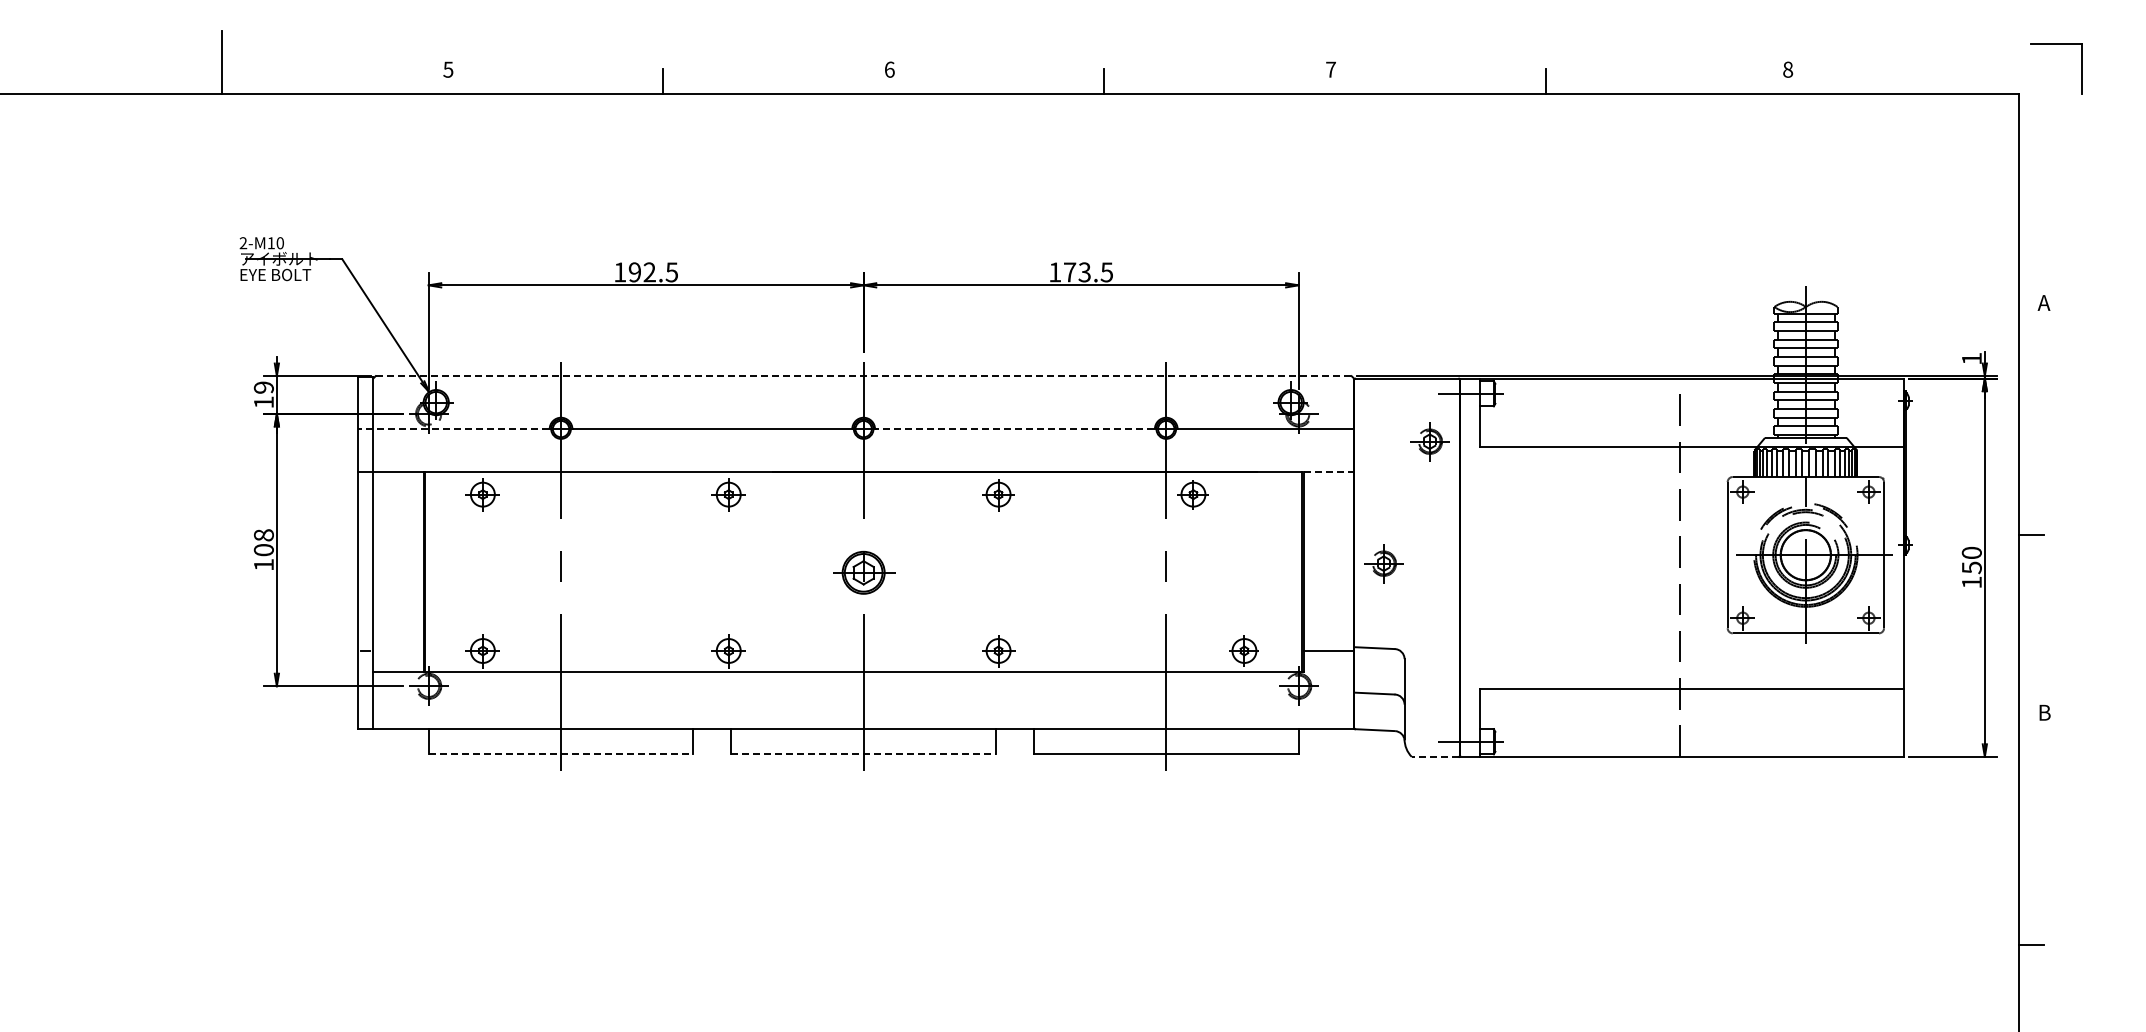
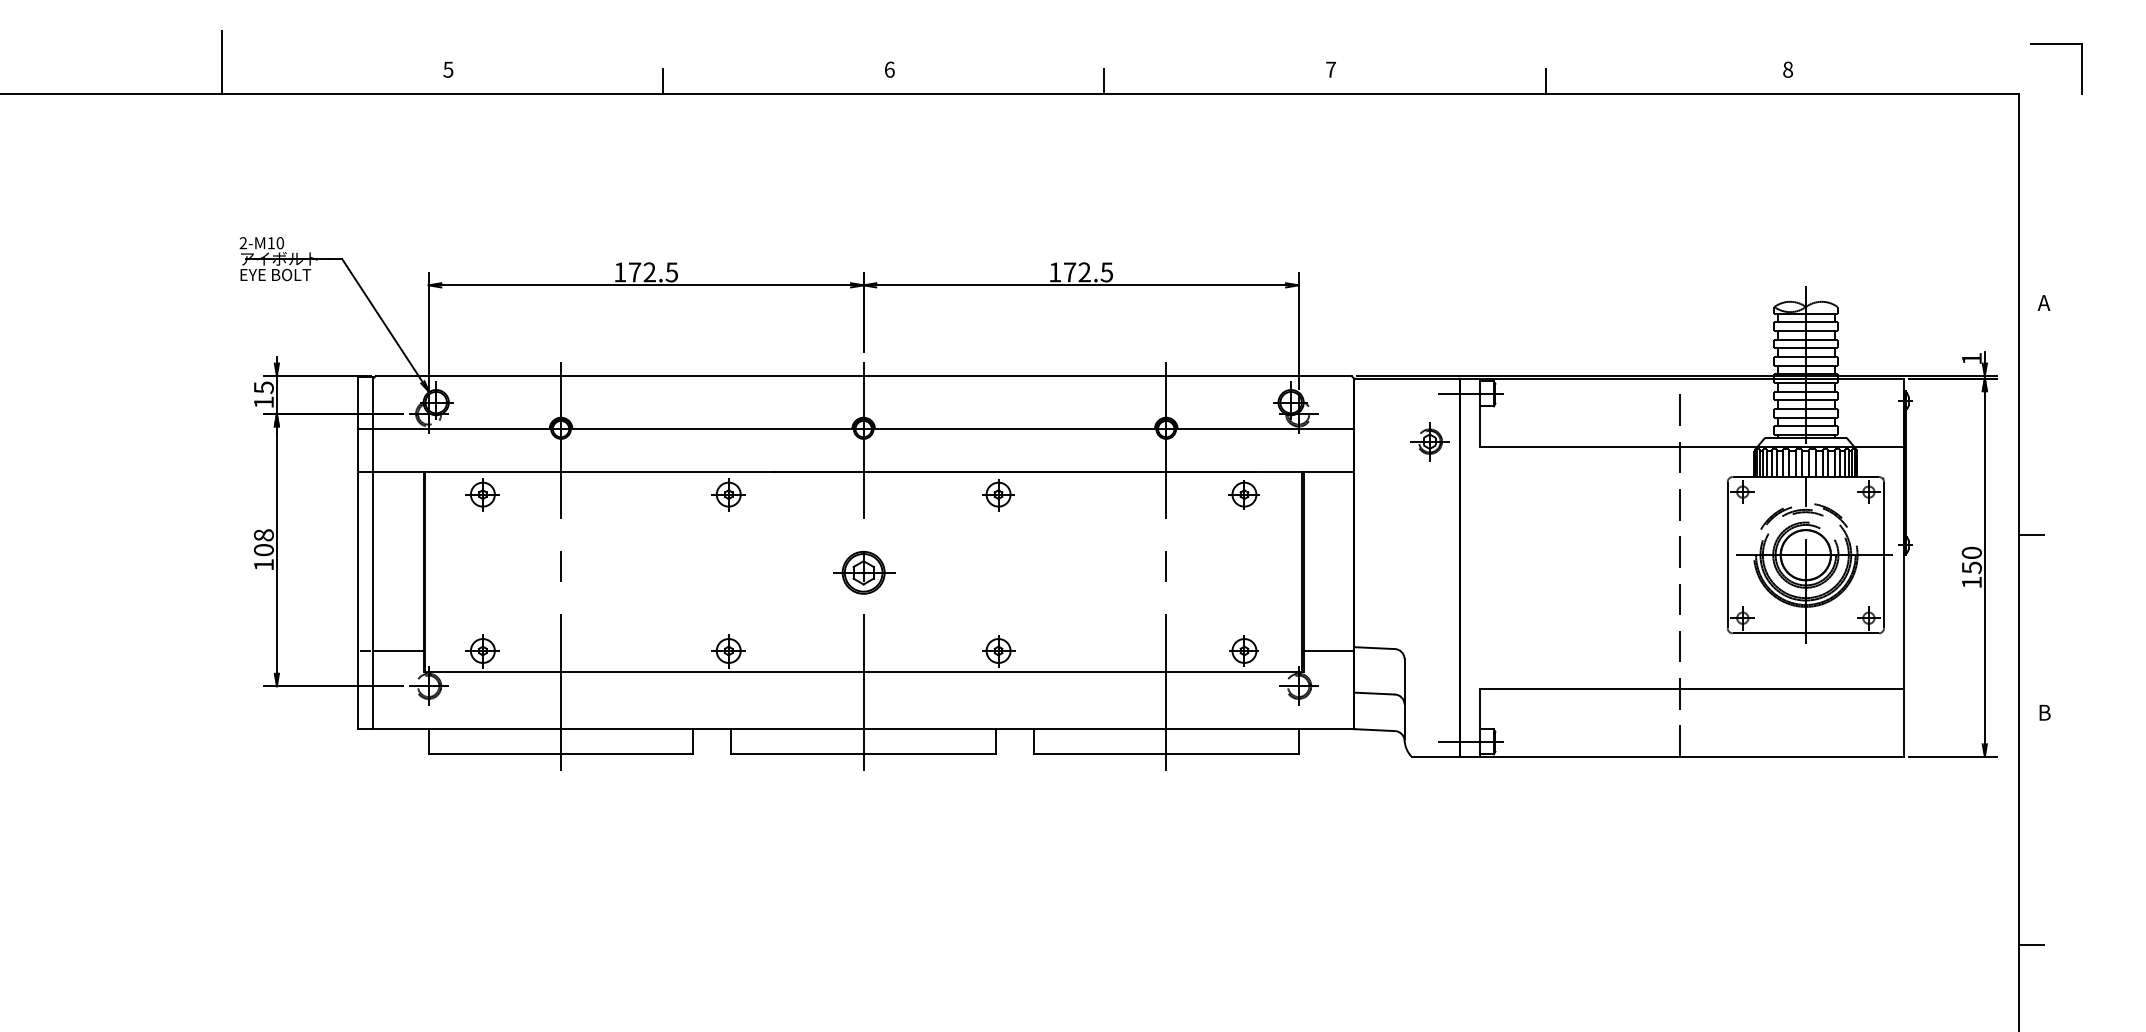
text at (634, 272): 192.5 -> 172.5
text at (1084, 272): 173.5 -> 172.5
line at (863, 376): dashed -> solid
text at (263, 387): 19 -> 15
line at (453, 429): dashed -> solid
line at (1014, 429): dashed -> solid
line at (1329, 471): dashed -> solid
part at (1192, 494) position: (1192, 494) -> (1243, 494)
part at (1383, 563): present -> none
line at (398, 671) position: (398, 671) -> (398, 650)
line at (561, 754): dashed -> solid
line at (864, 754): dashed -> solid
line at (1435, 756): dashed -> solid
